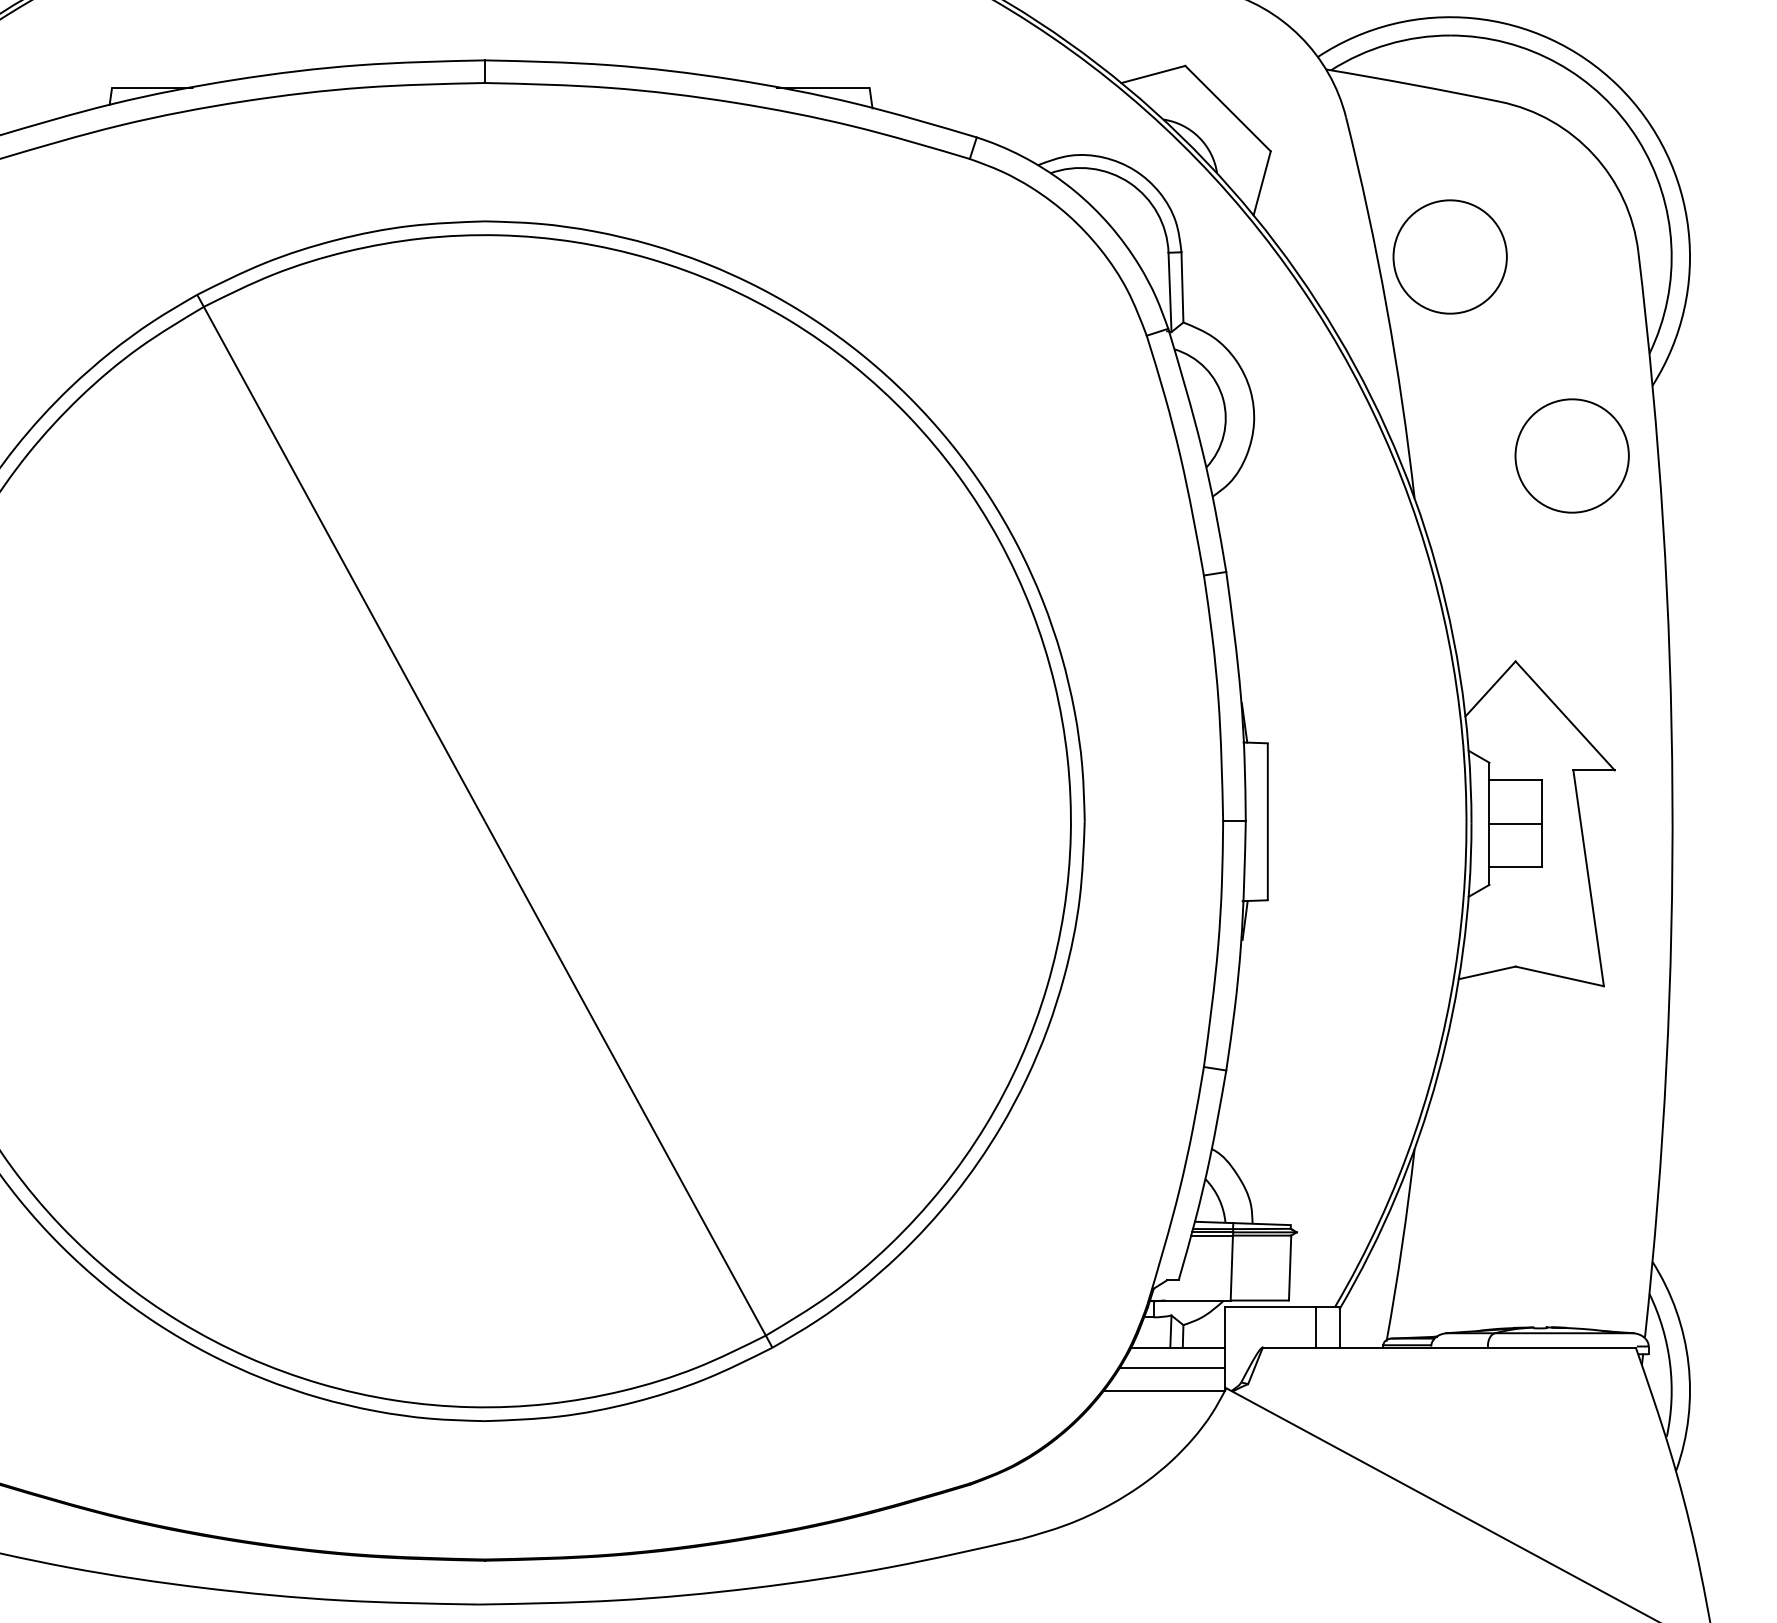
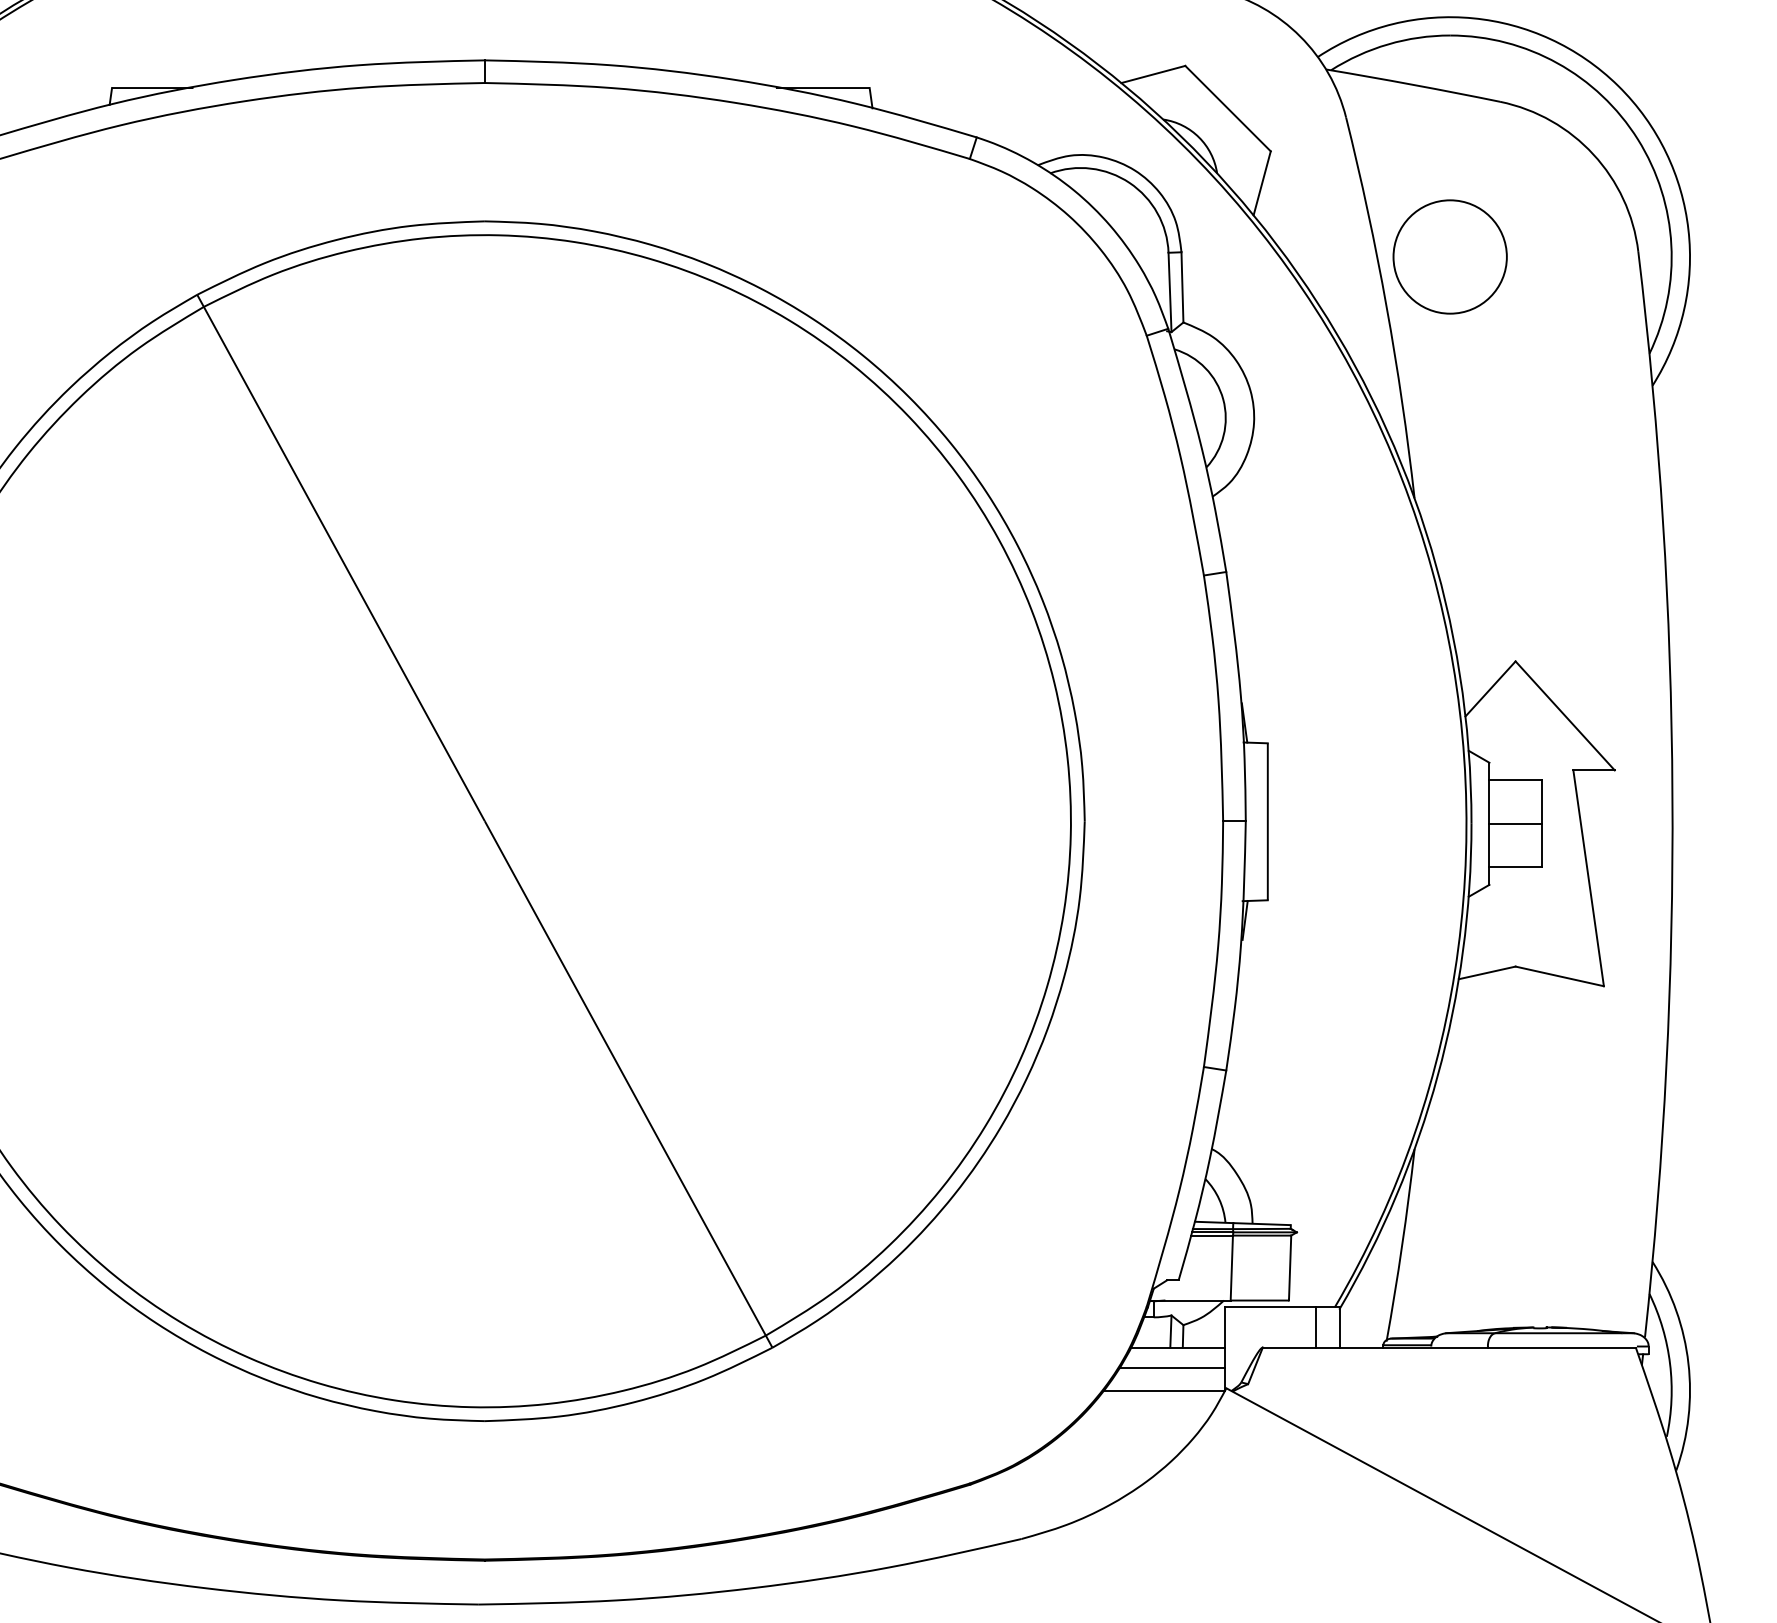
circle at (1571, 455): present -> none
